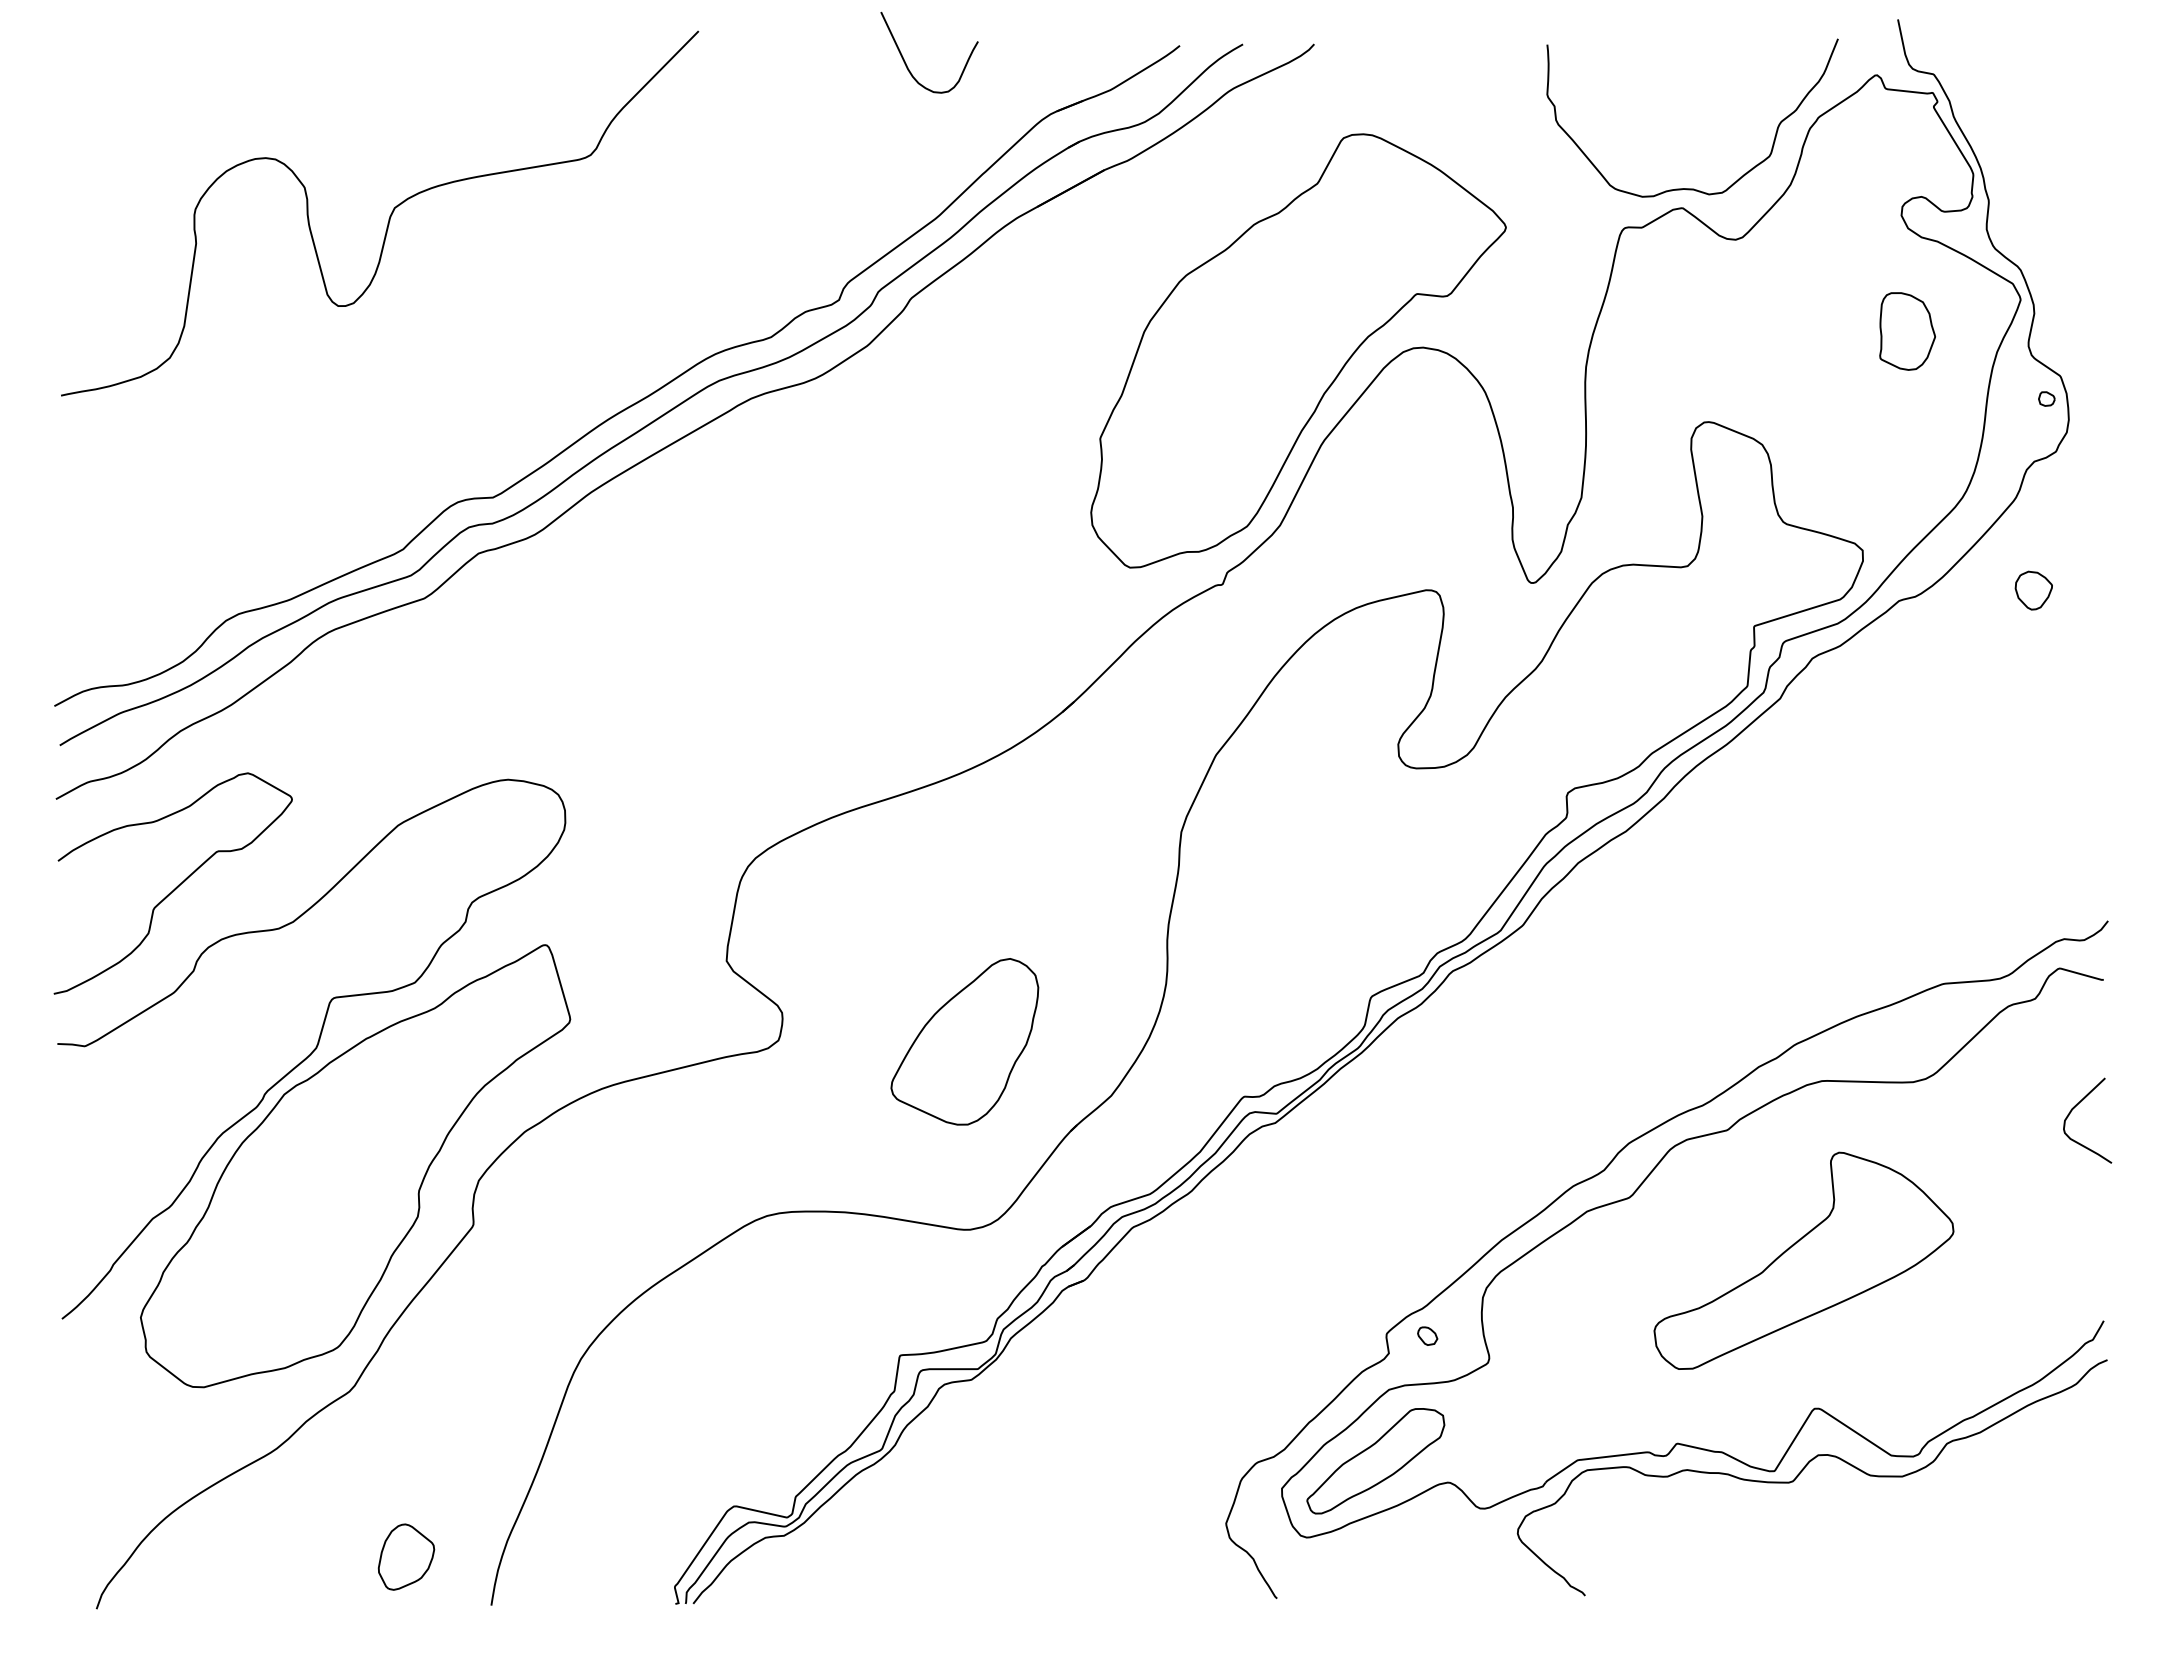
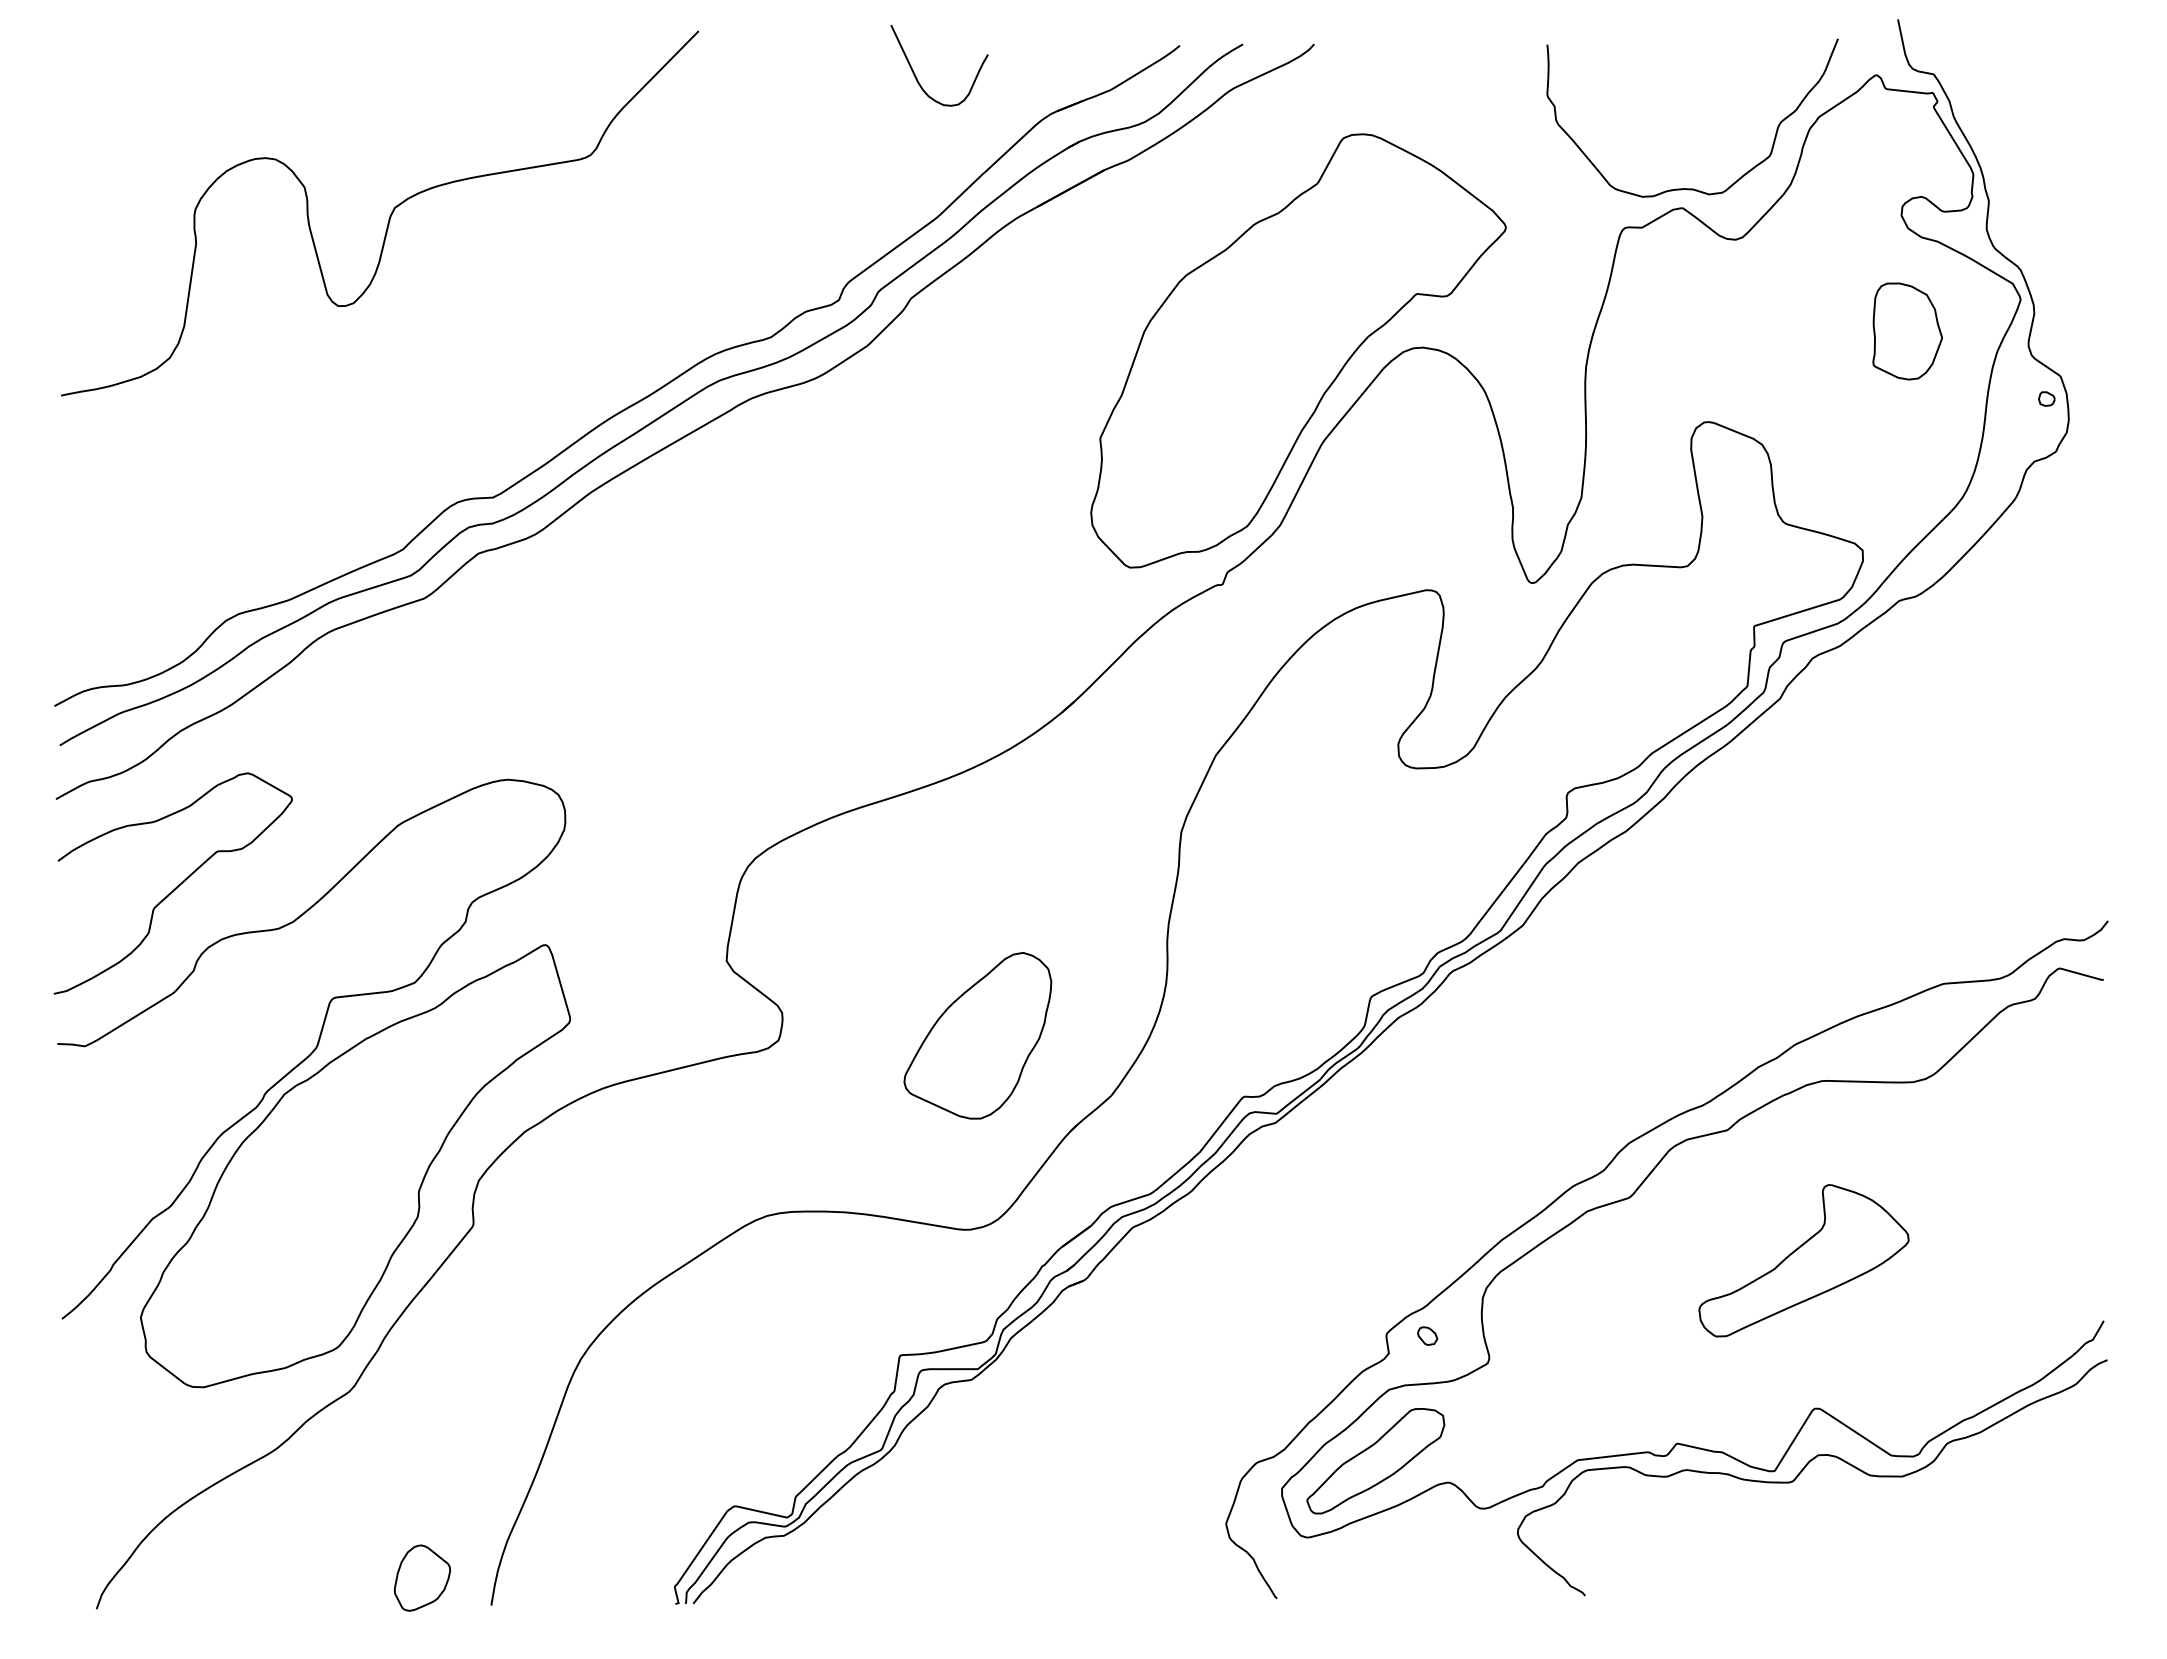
curve at (906, 63) position: (906, 63) -> (916, 76)
part at (1907, 331) size: 57x79 px -> 71x99 px
part at (2033, 590): present -> none
part at (964, 1041) position: (964, 1041) -> (977, 1035)
curve at (2075, 1107): present -> none
part at (1803, 1260) size: 302x219 px -> 212x154 px
part at (406, 1556) position: (406, 1556) -> (422, 1577)
